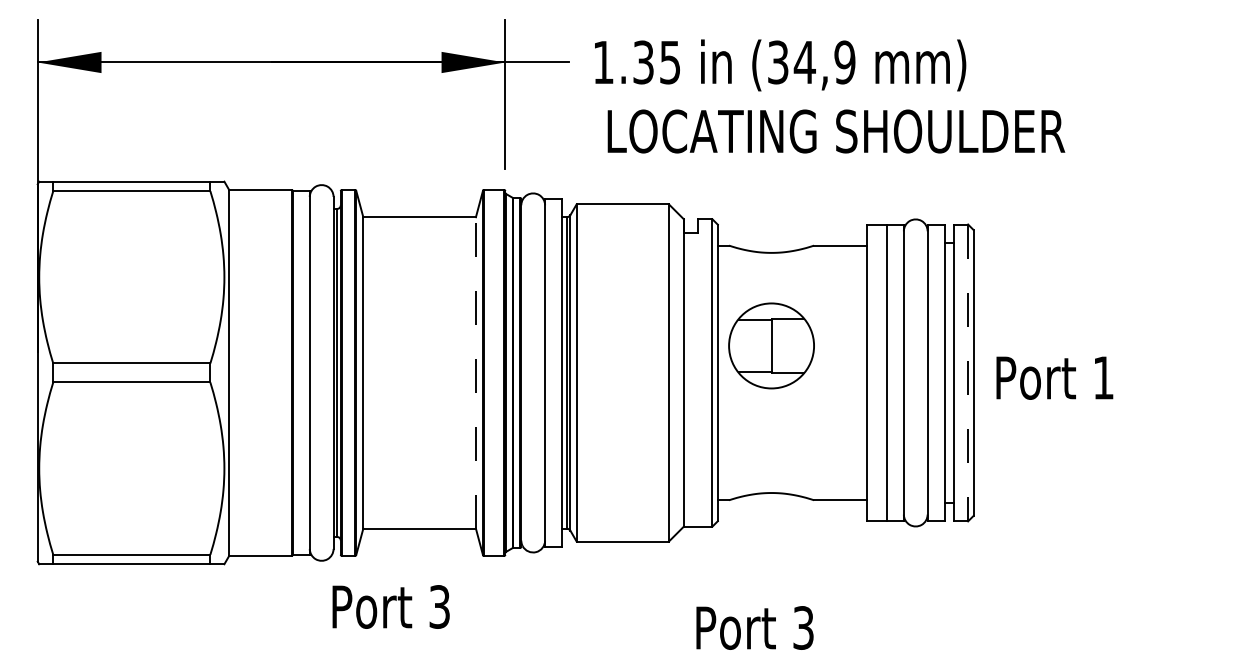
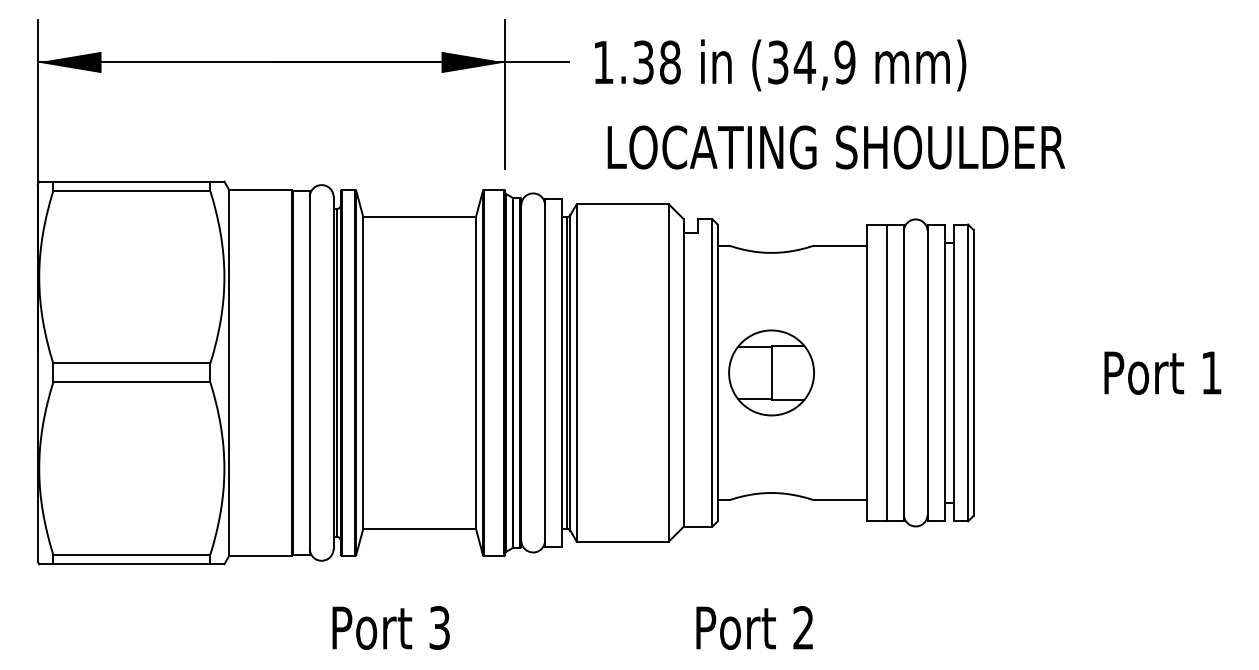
text at (670, 62): 1.35 -> 1.38
text at (836, 131) position: (836, 131) -> (836, 147)
part at (771, 345) position: (771, 345) -> (771, 372)
line at (475, 372): dashed -> solid
line at (968, 373): dashed -> solid
text at (1054, 377) position: (1054, 377) -> (1162, 372)
text at (390, 606) position: (390, 606) -> (390, 627)
text at (803, 627): 3 -> 2
